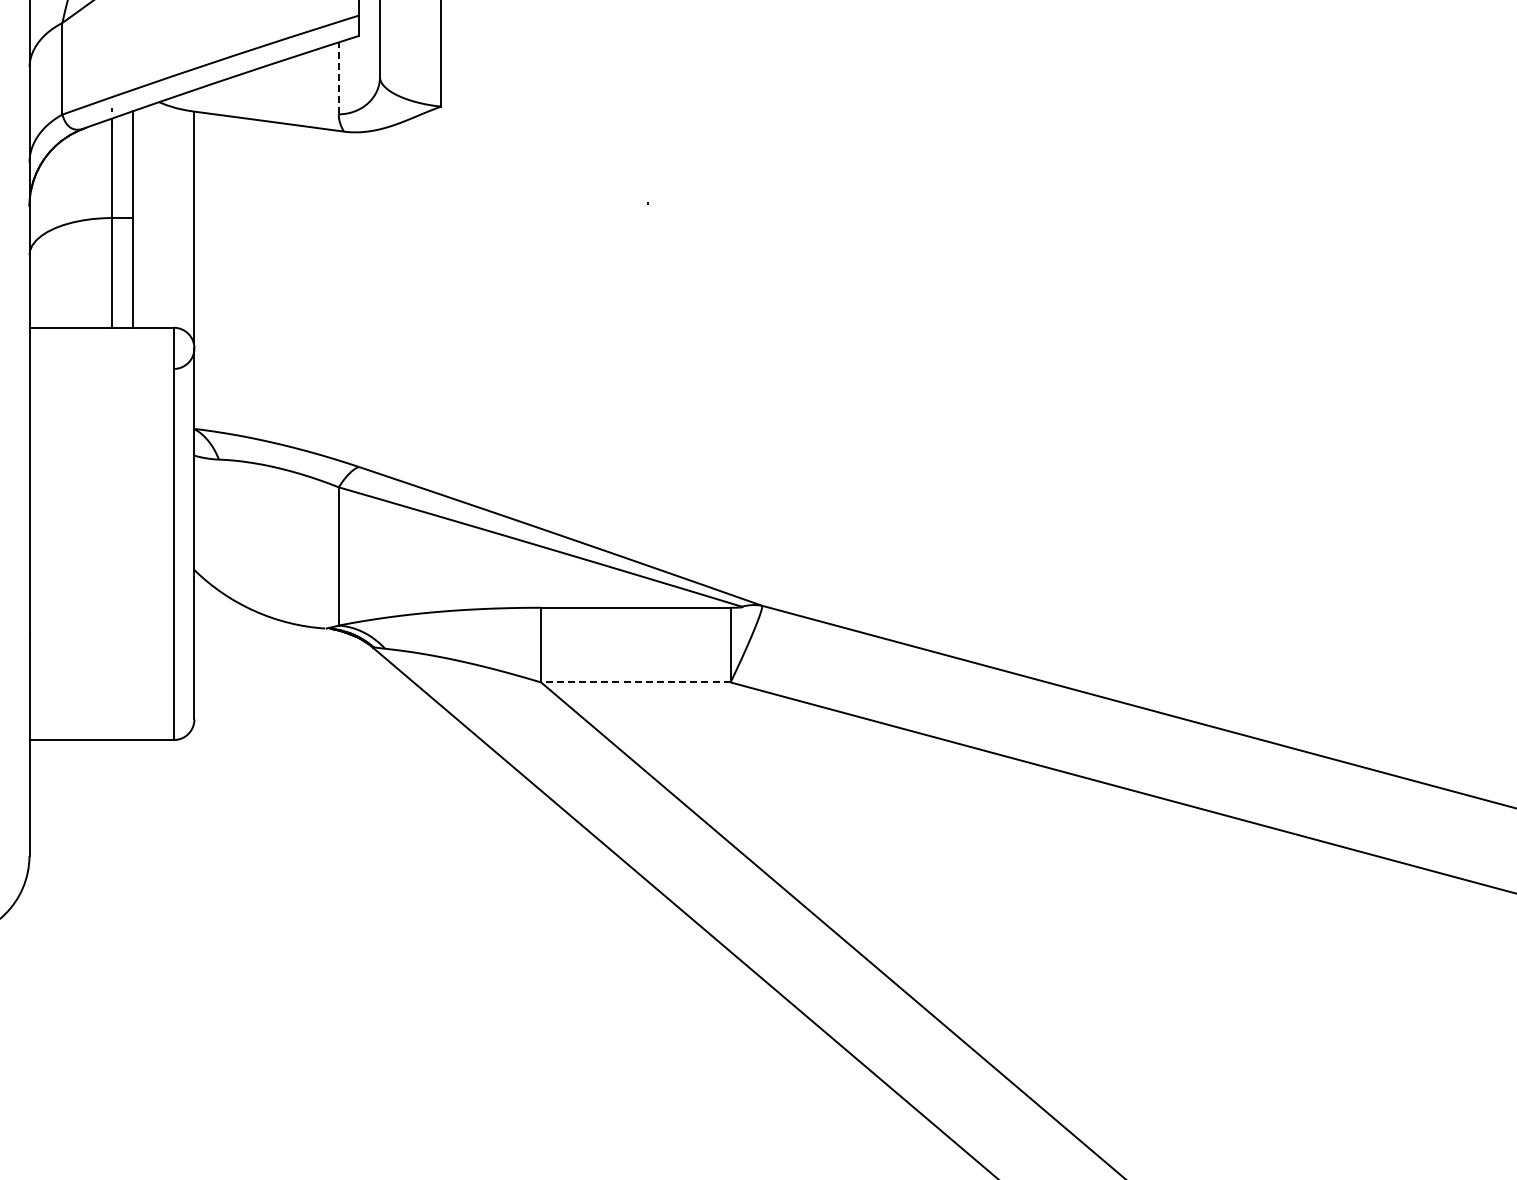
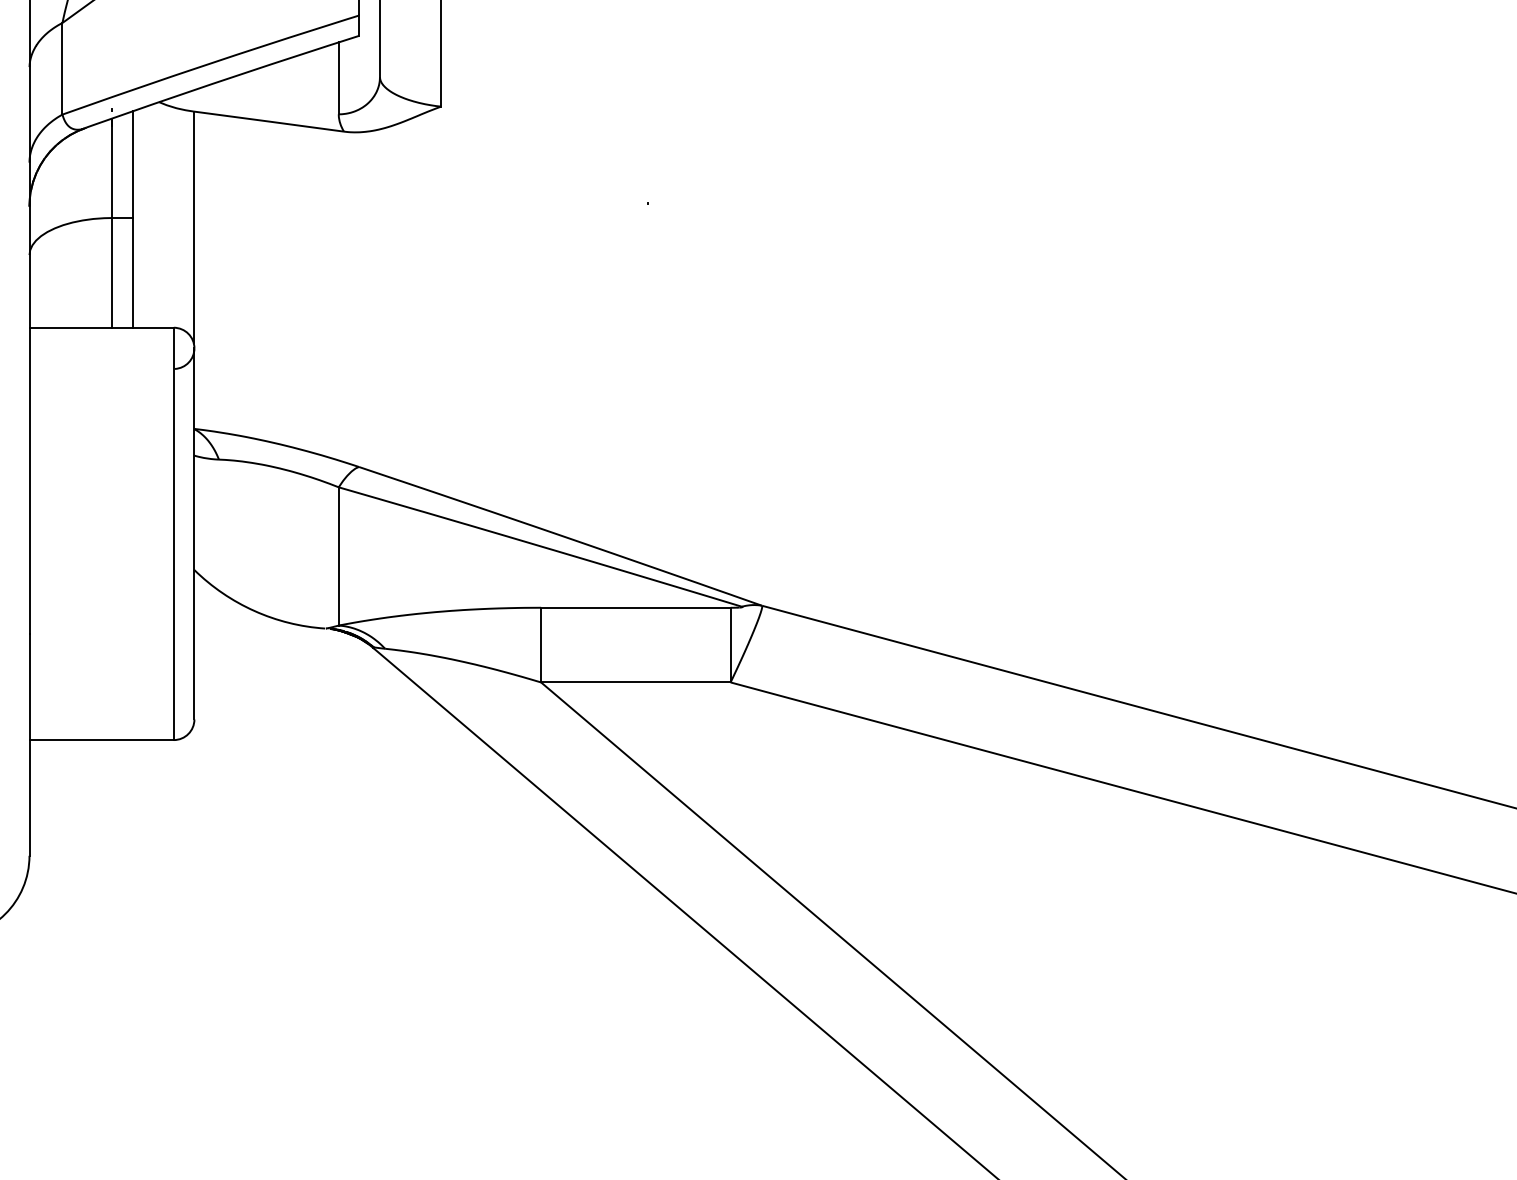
line at (338, 78): dashed -> solid
line at (635, 682): dashed -> solid
